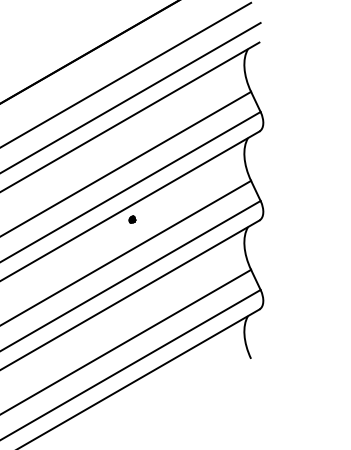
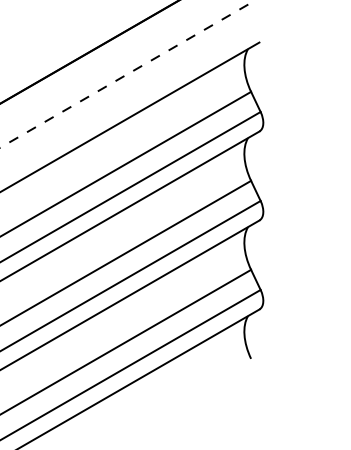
line at (125, 75): solid -> dashed
line at (131, 97): present -> none
part at (132, 219): present -> none
